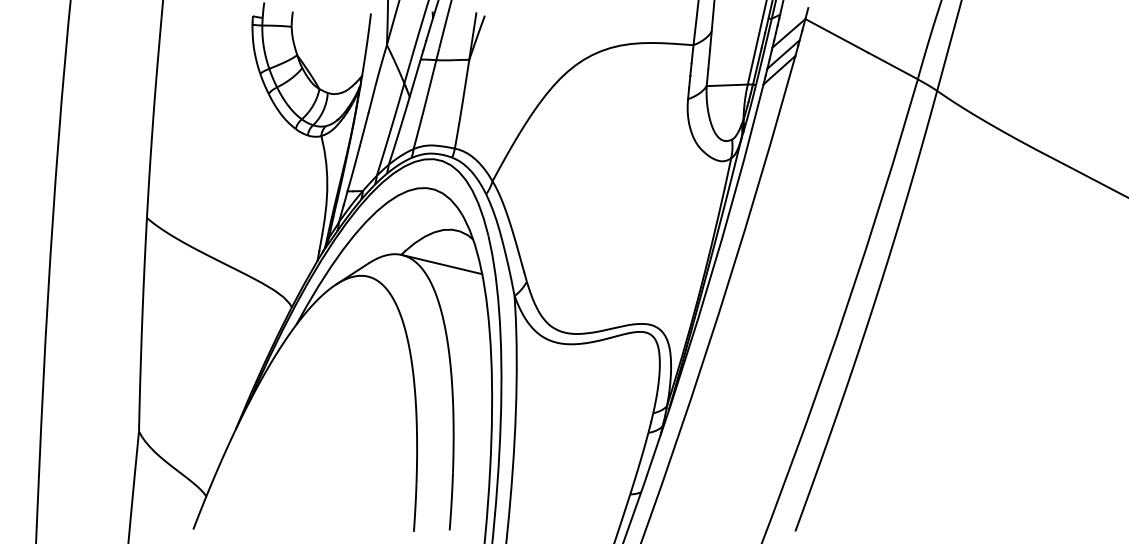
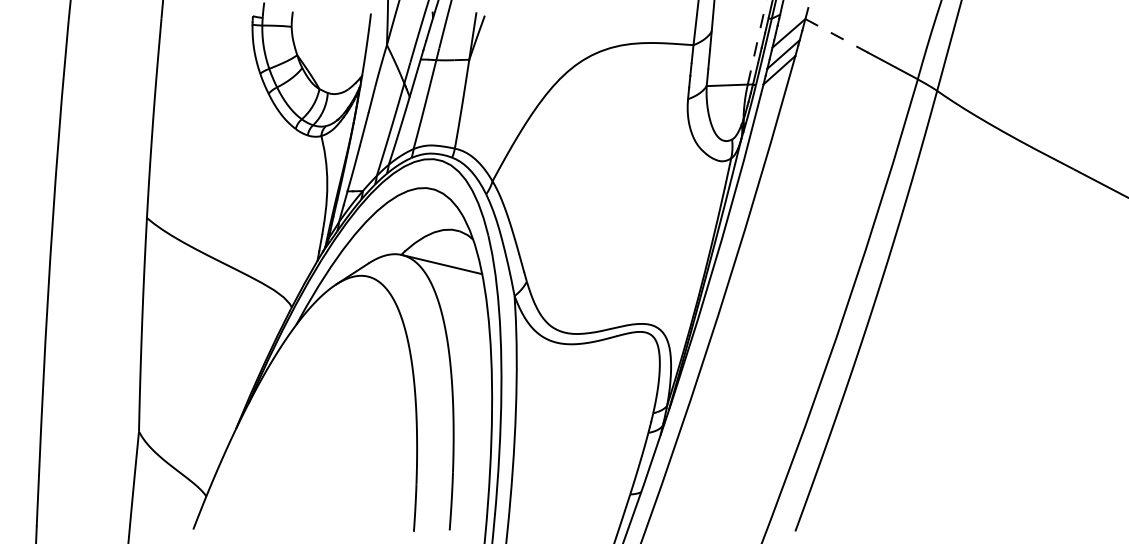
line at (836, 35): solid -> dashed
line at (757, 42): solid -> dashed
